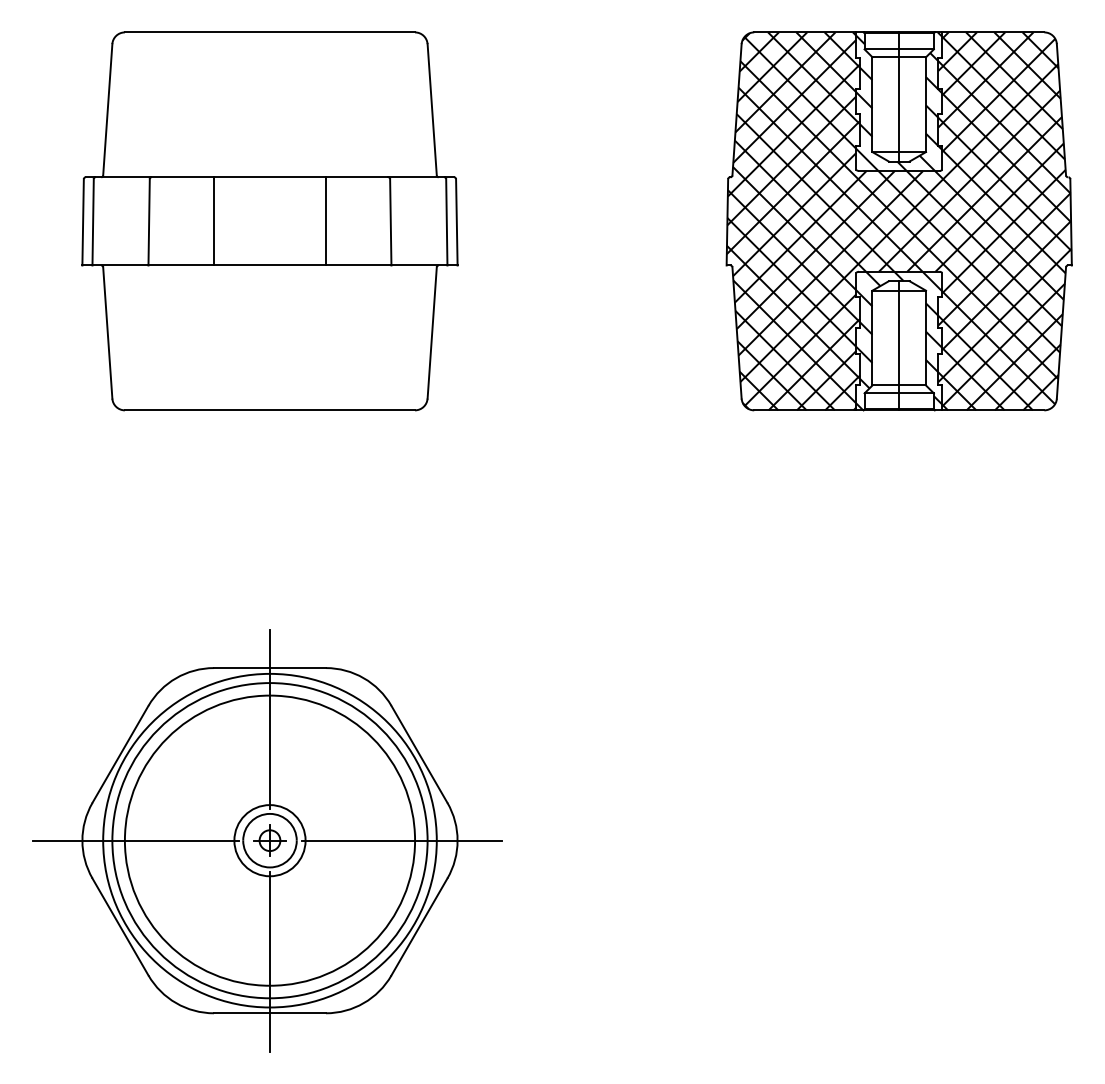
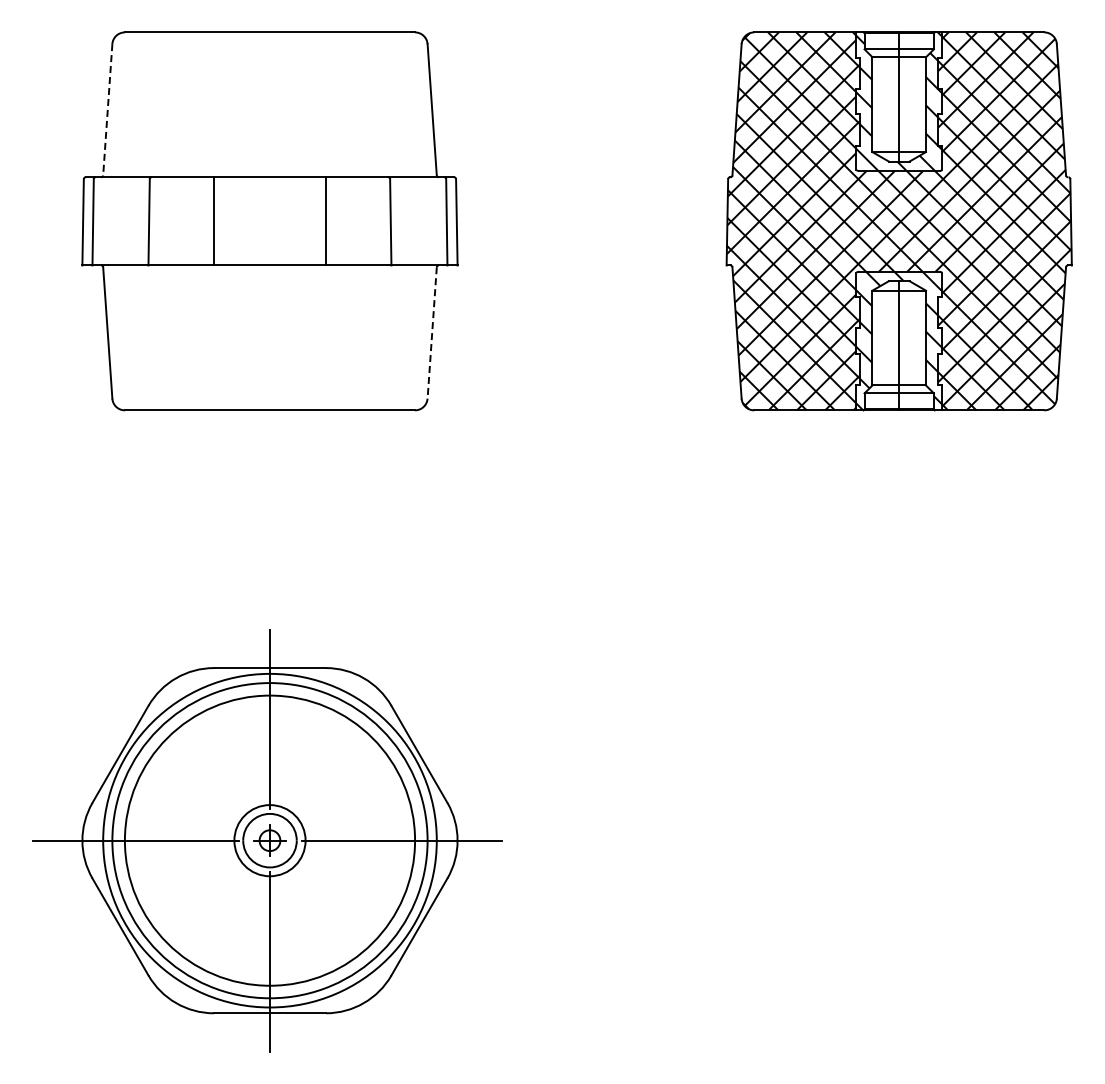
line at (107, 109): solid -> dashed
line at (432, 332): solid -> dashed
